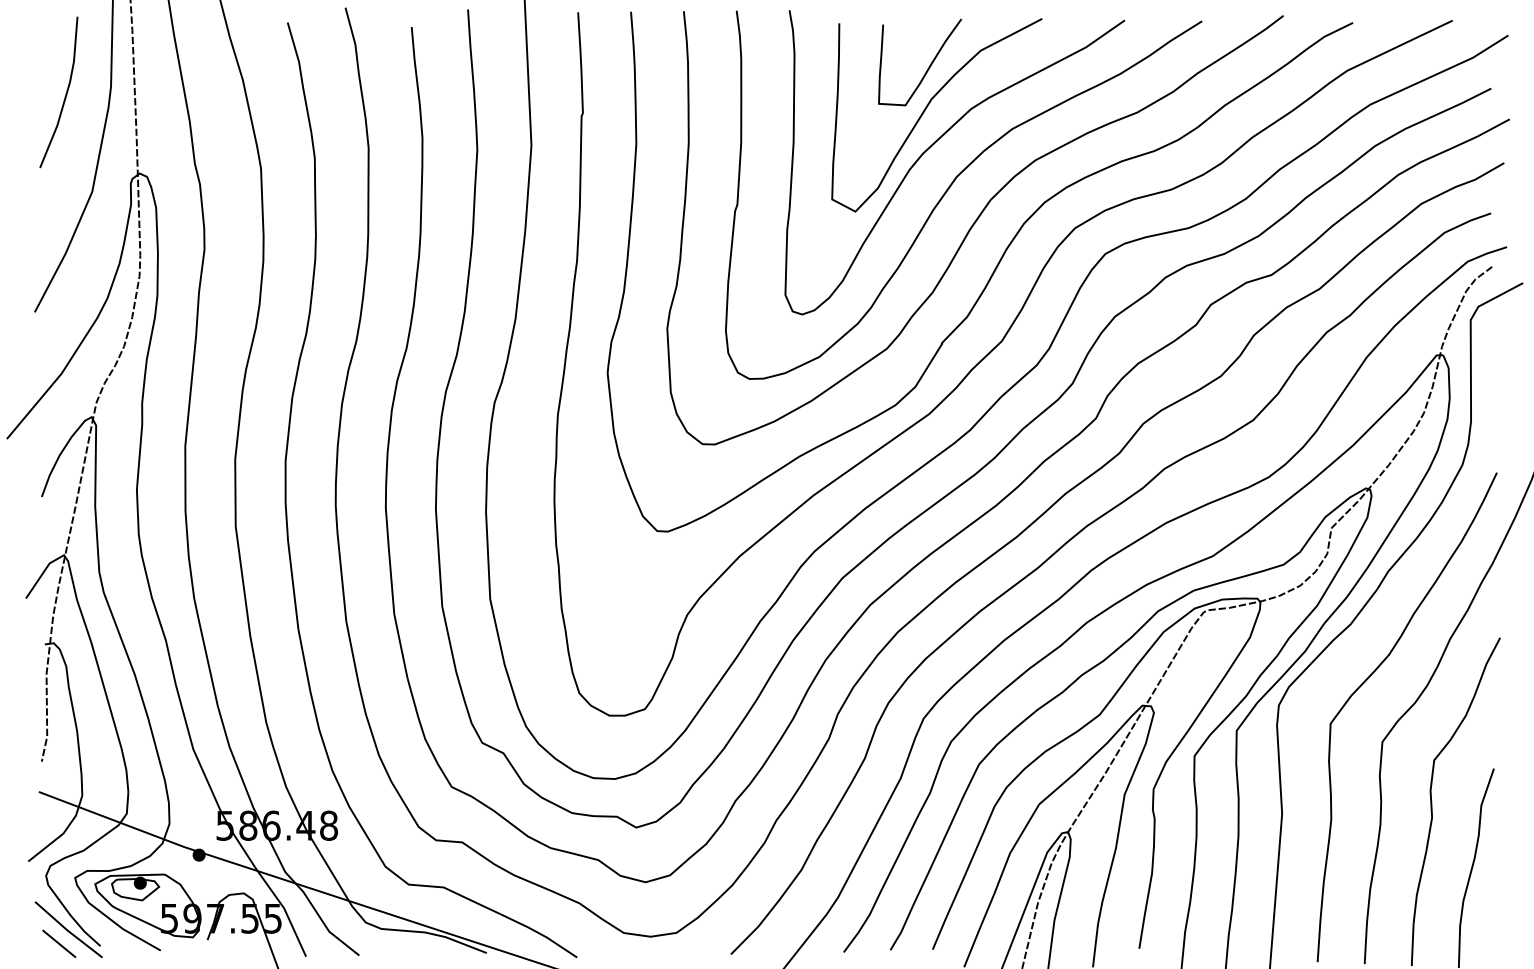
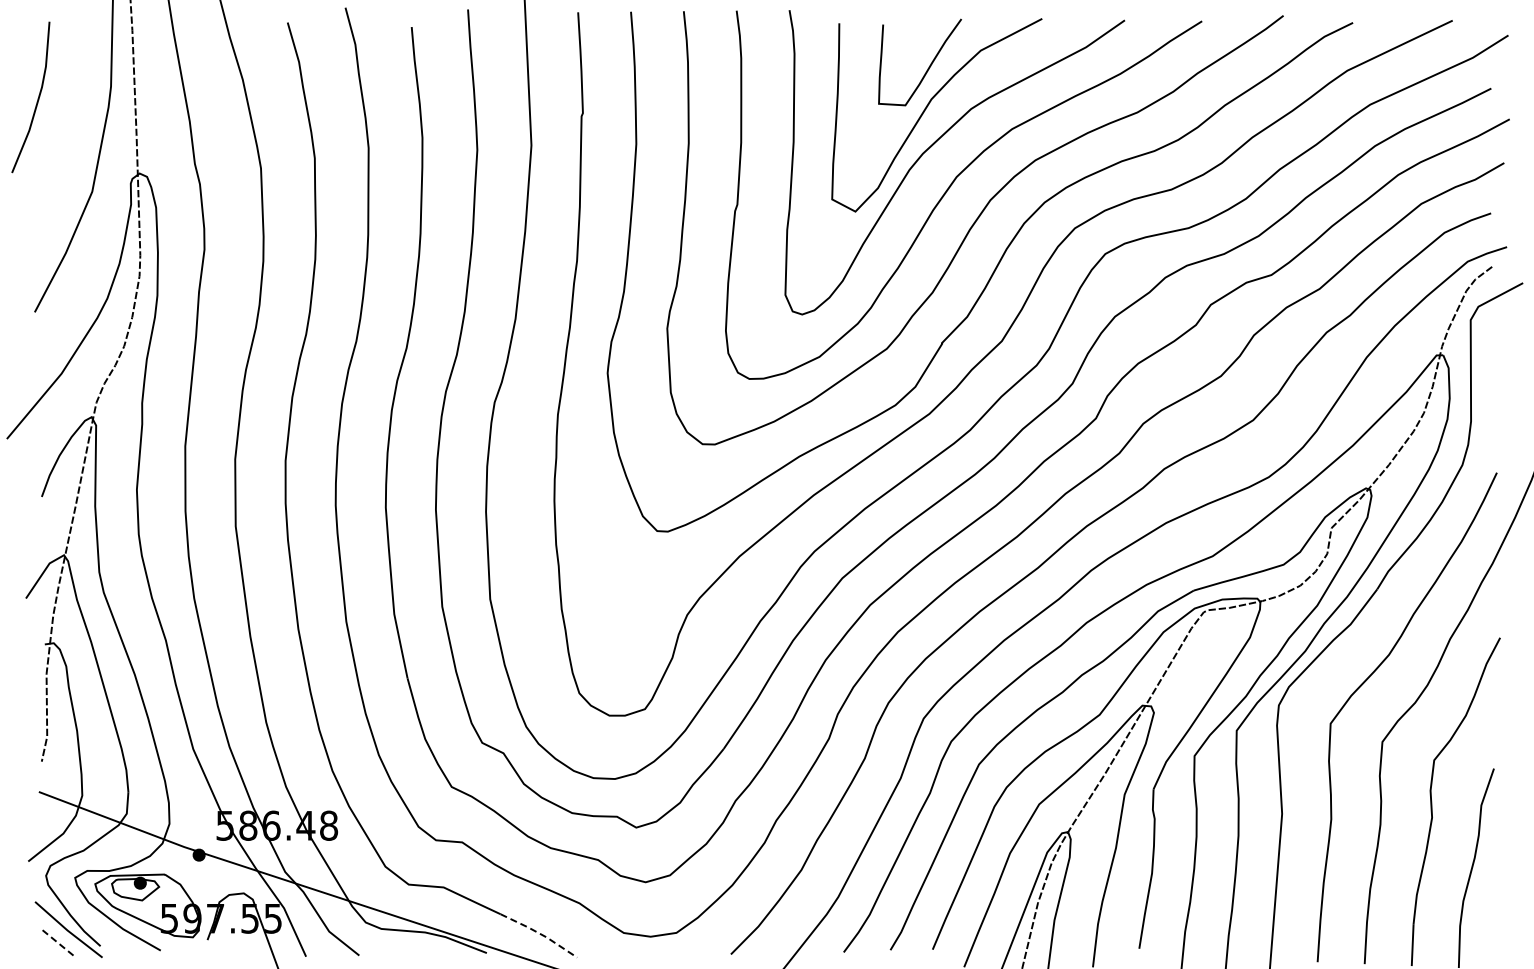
line at (65, 93) position: (65, 93) -> (37, 98)
line at (540, 933): solid -> dashed
line at (59, 943): solid -> dashed
